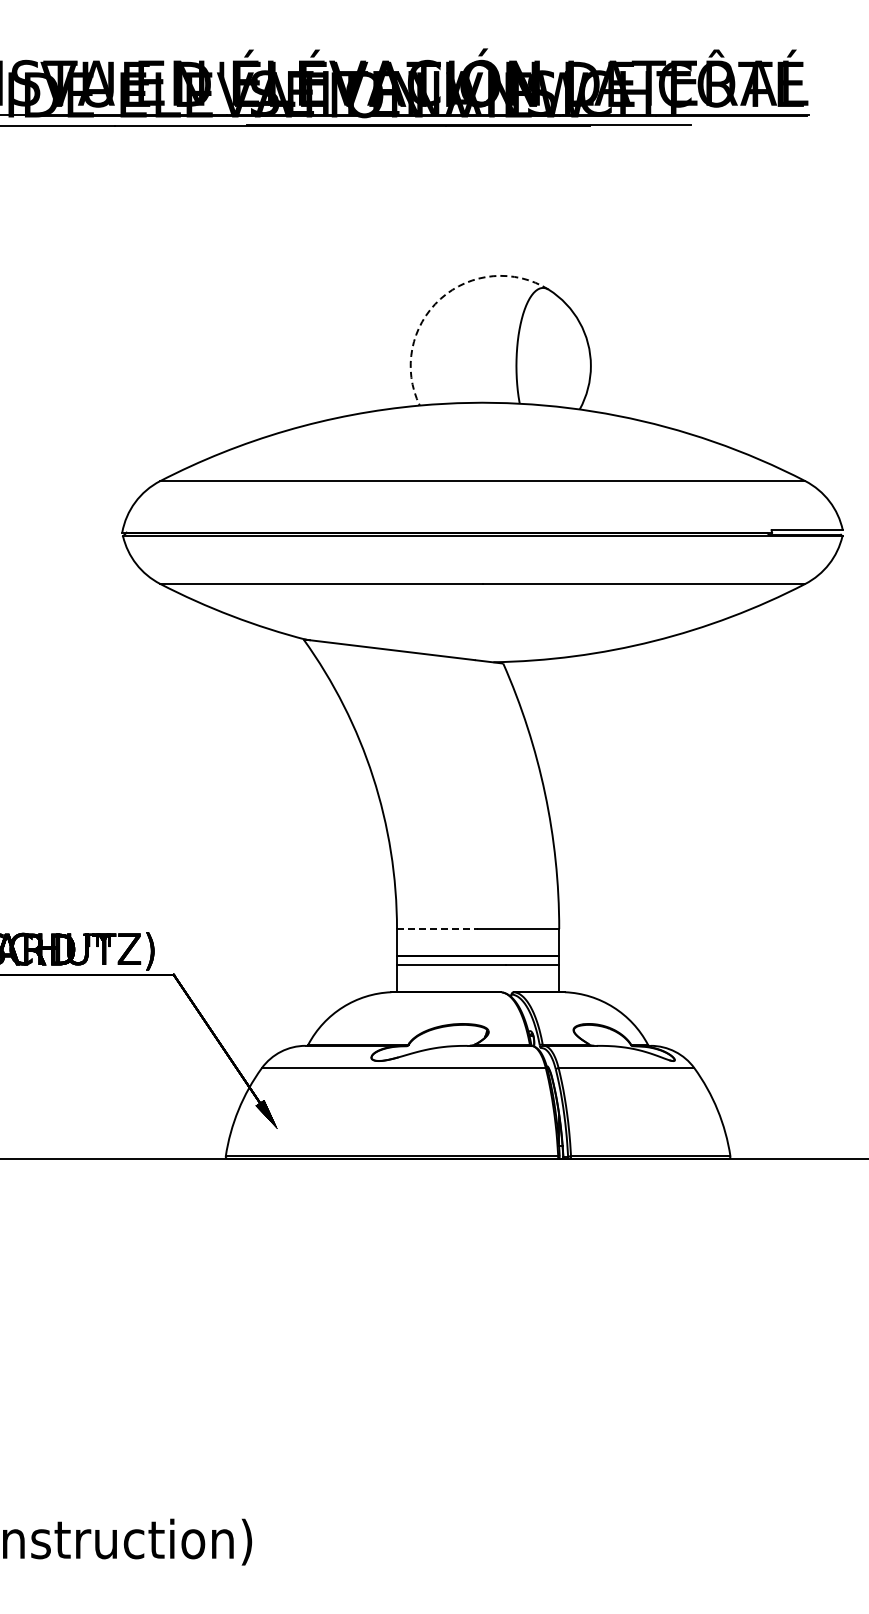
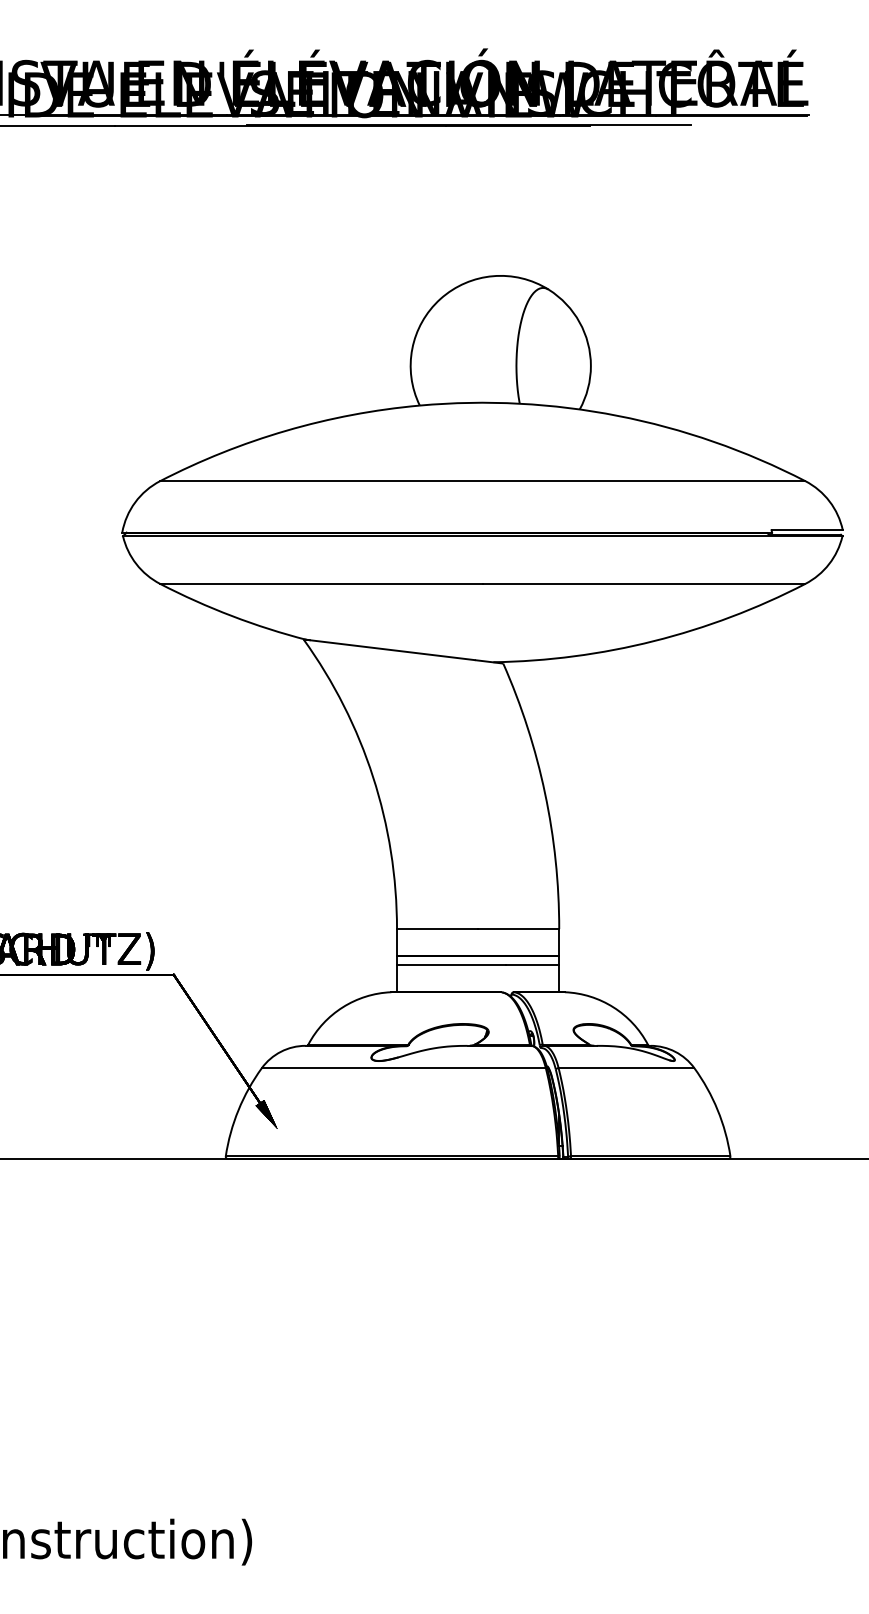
arc at (440, 298): dashed -> solid
line at (437, 929): dashed -> solid
